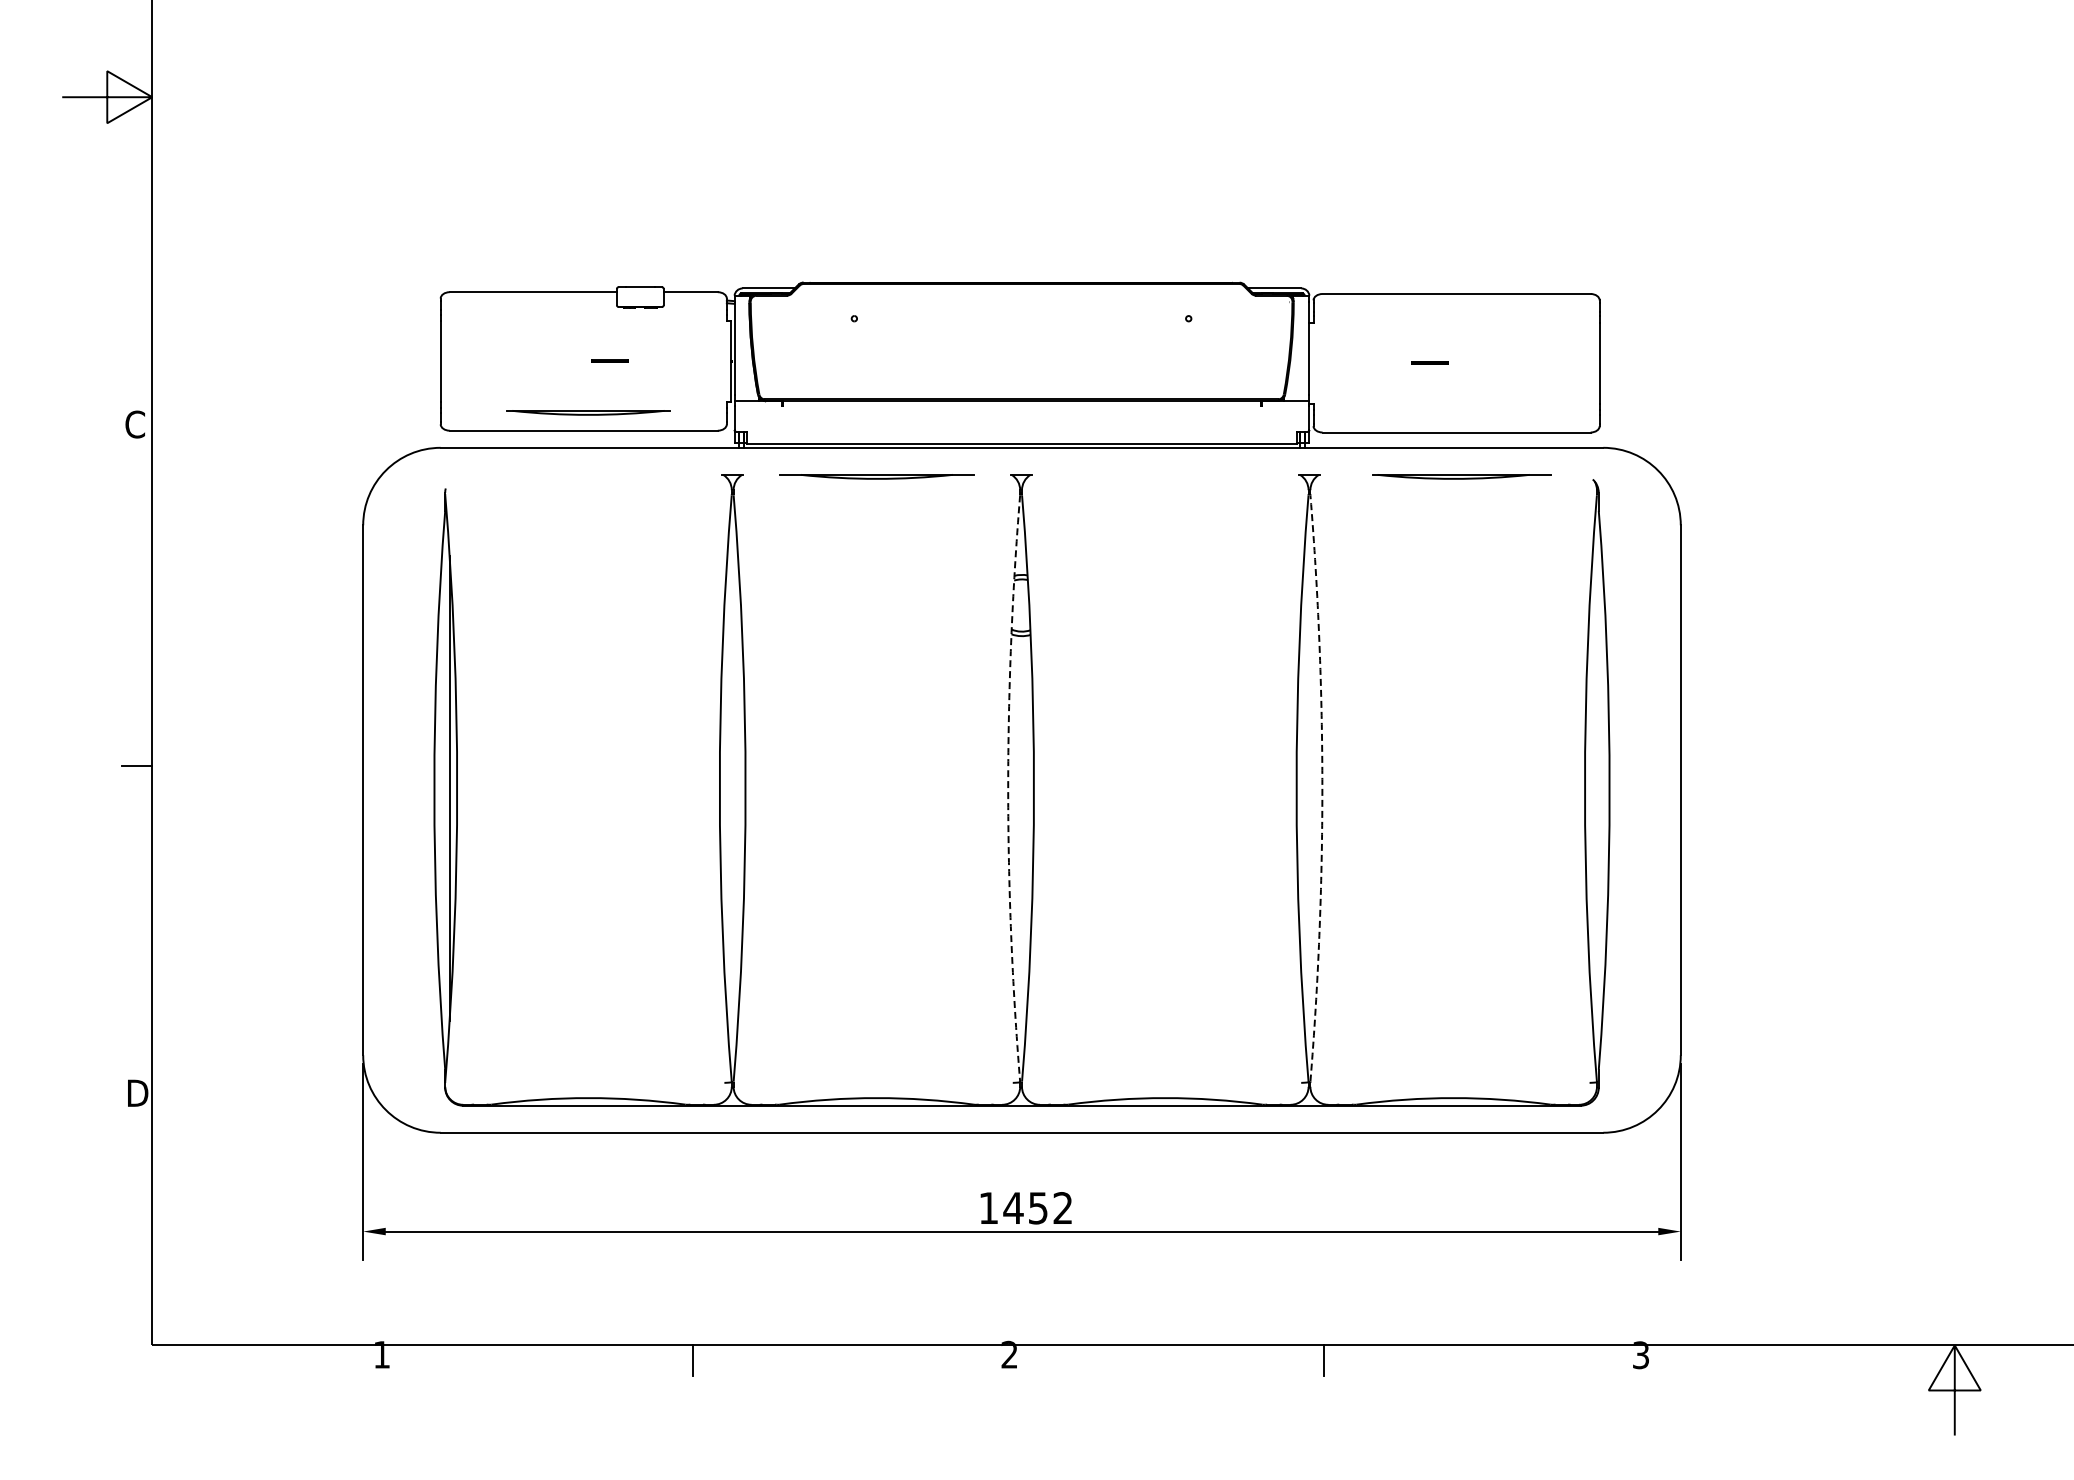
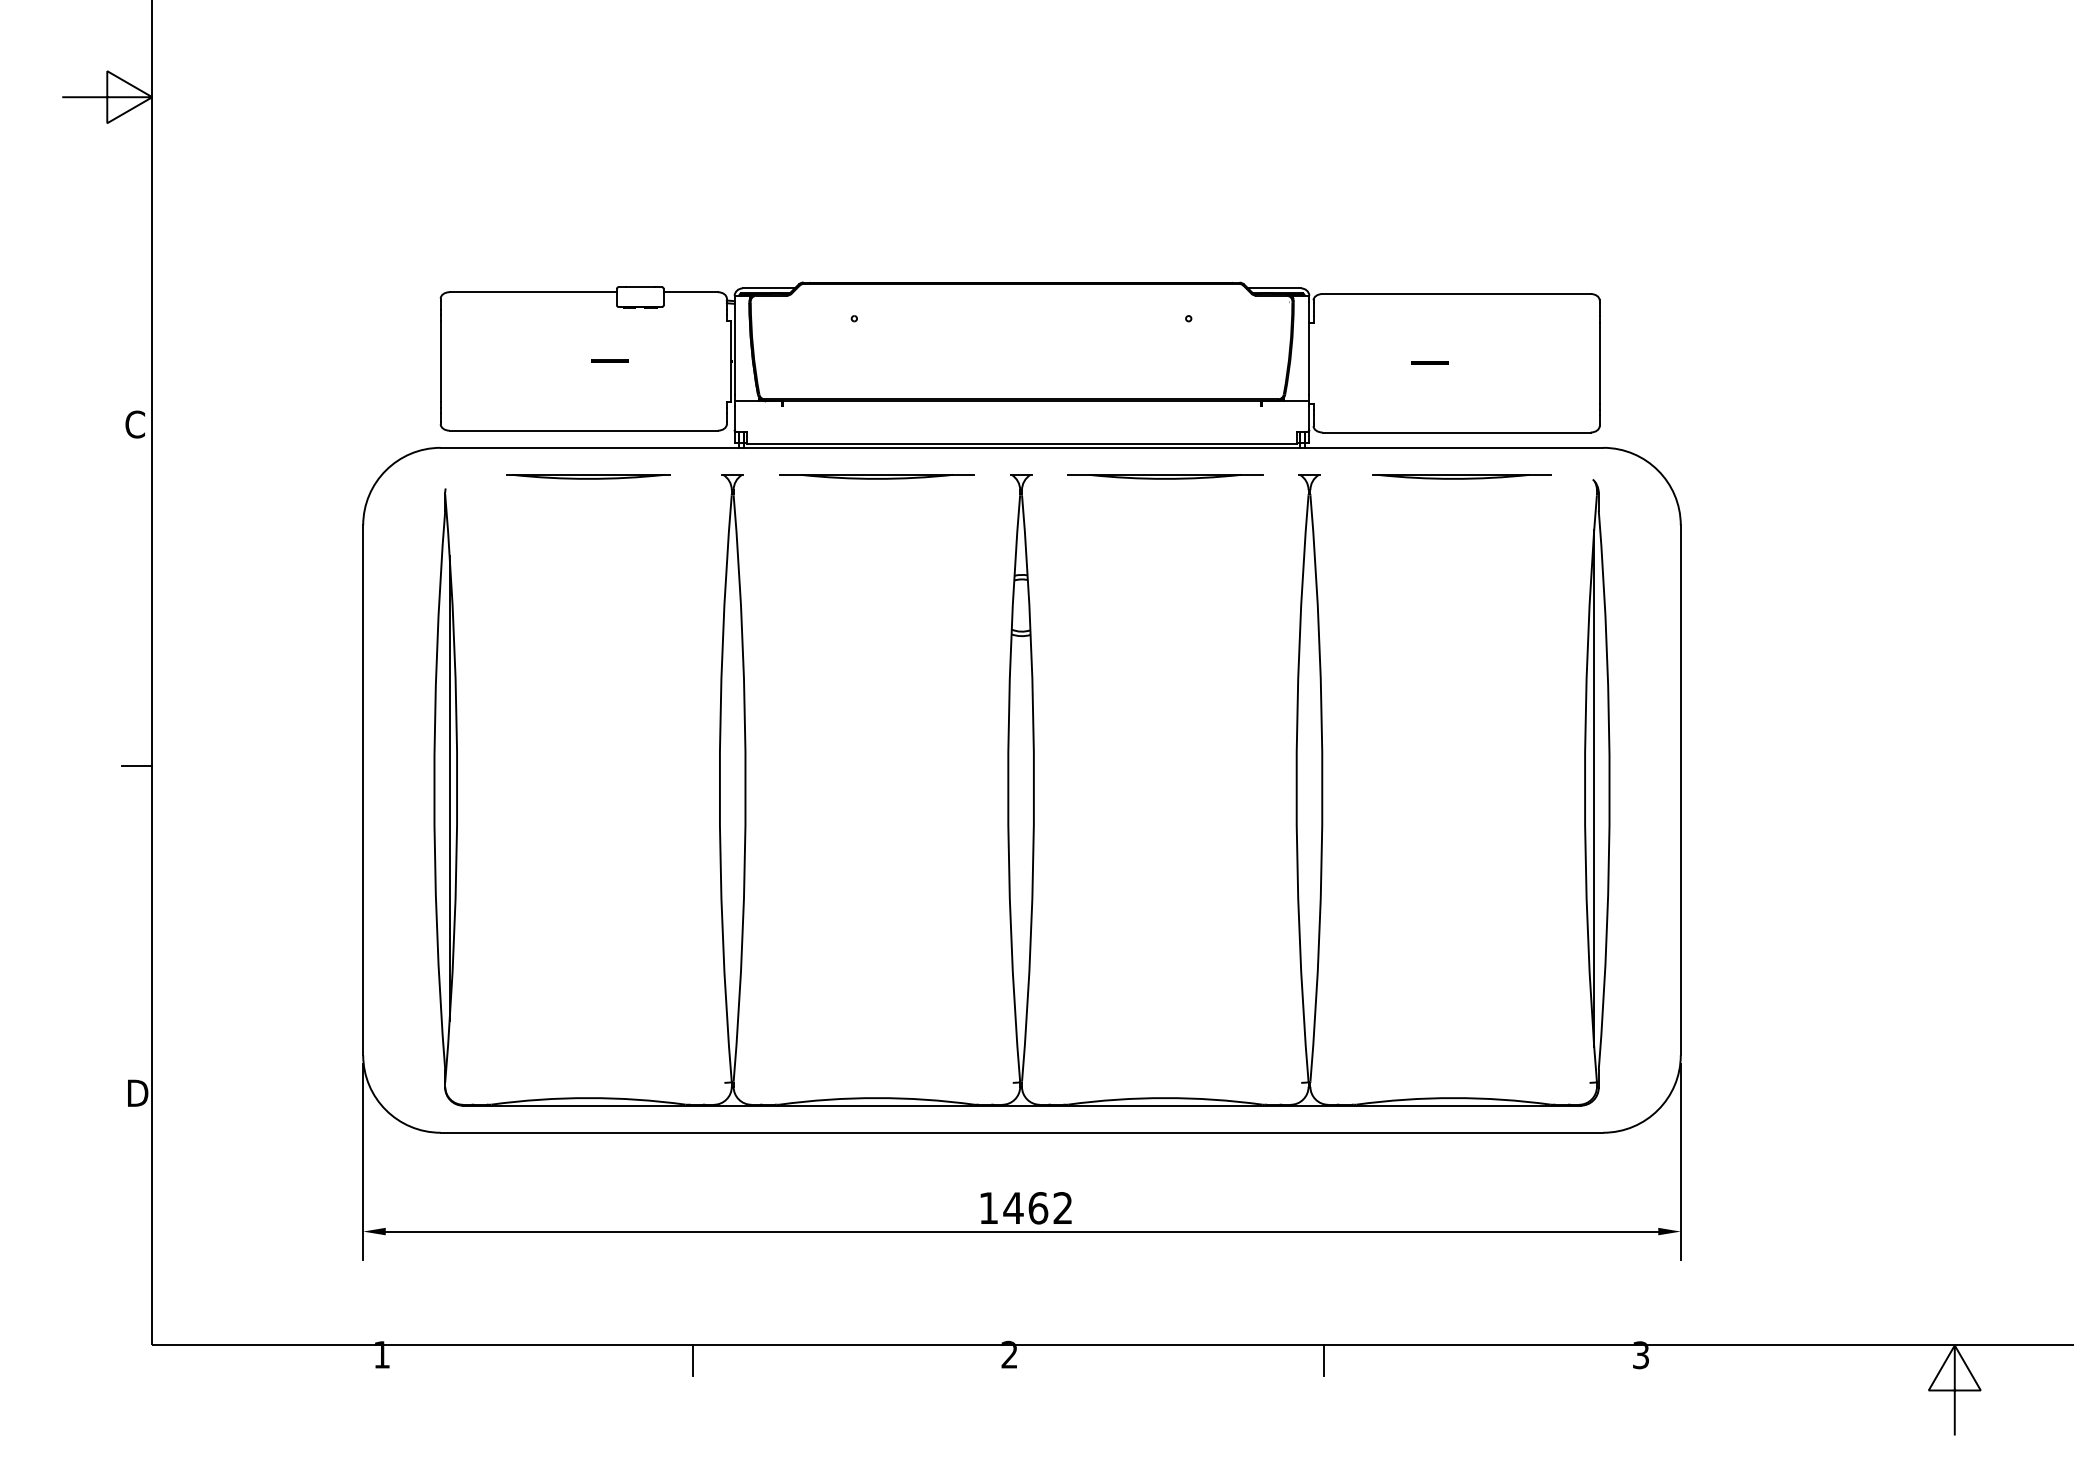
part at (588, 412) position: (588, 412) -> (588, 476)
part at (1165, 476): none -> present
arc at (1008, 788): dashed -> solid
arc at (1322, 788): dashed -> solid
line at (1594, 788): none -> present
text at (1038, 1208): 1452 -> 1462
